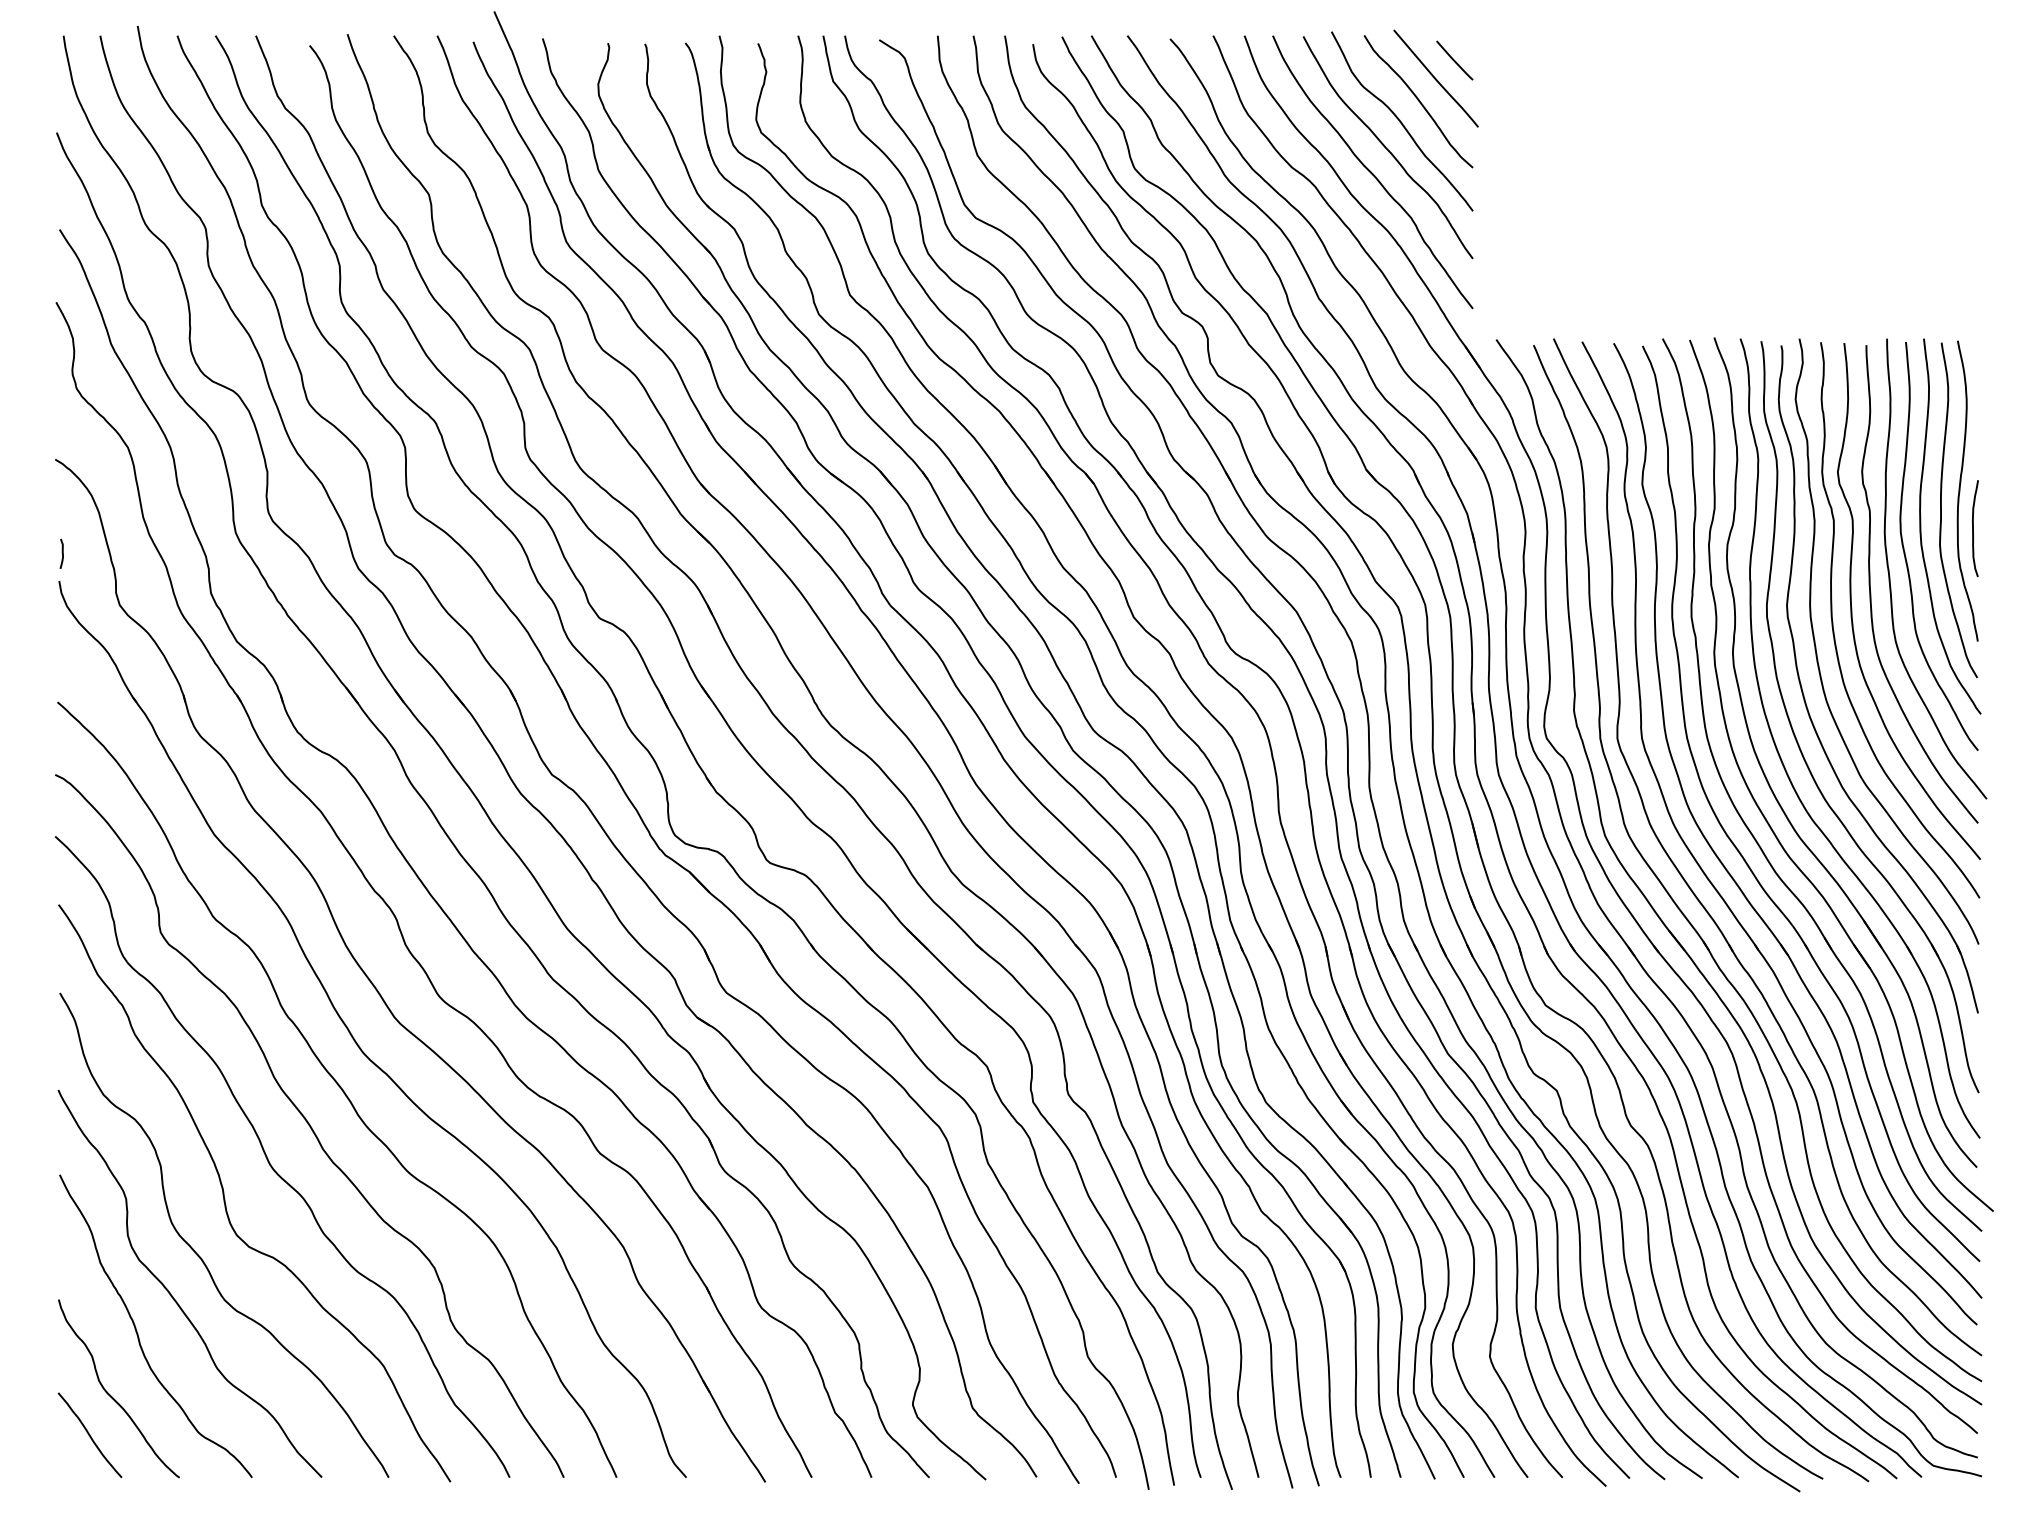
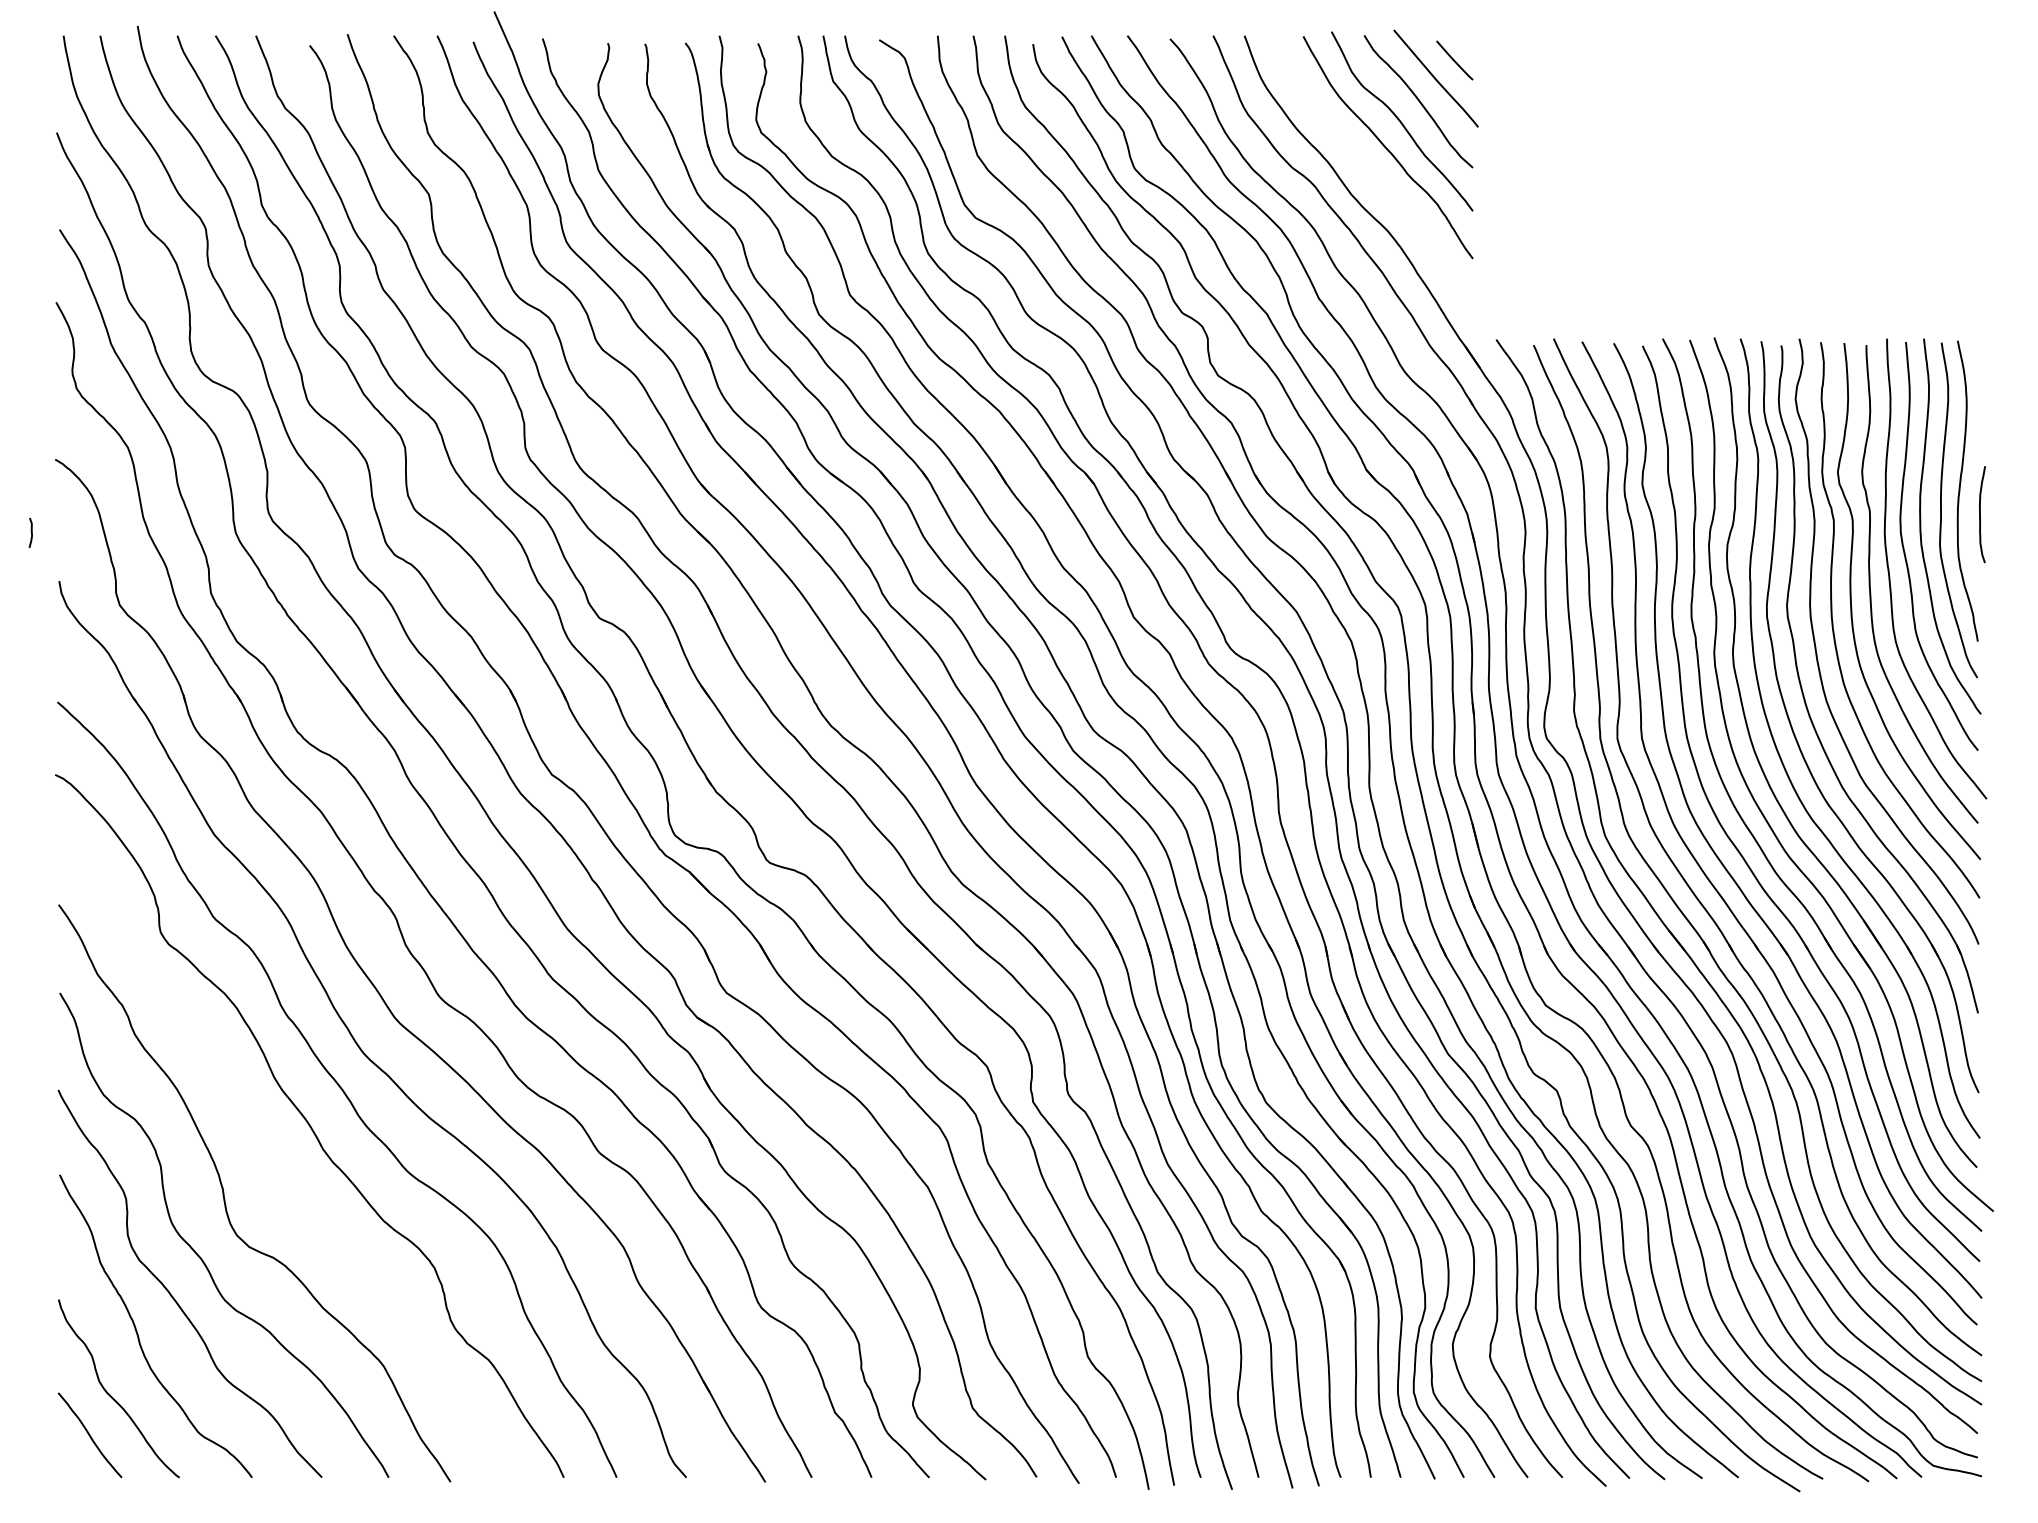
curve at (1372, 172): present -> none
curve at (1973, 528) position: (1973, 528) -> (1980, 514)
curve at (61, 553) position: (61, 553) -> (30, 532)
curve at (269, 1160): present -> none
